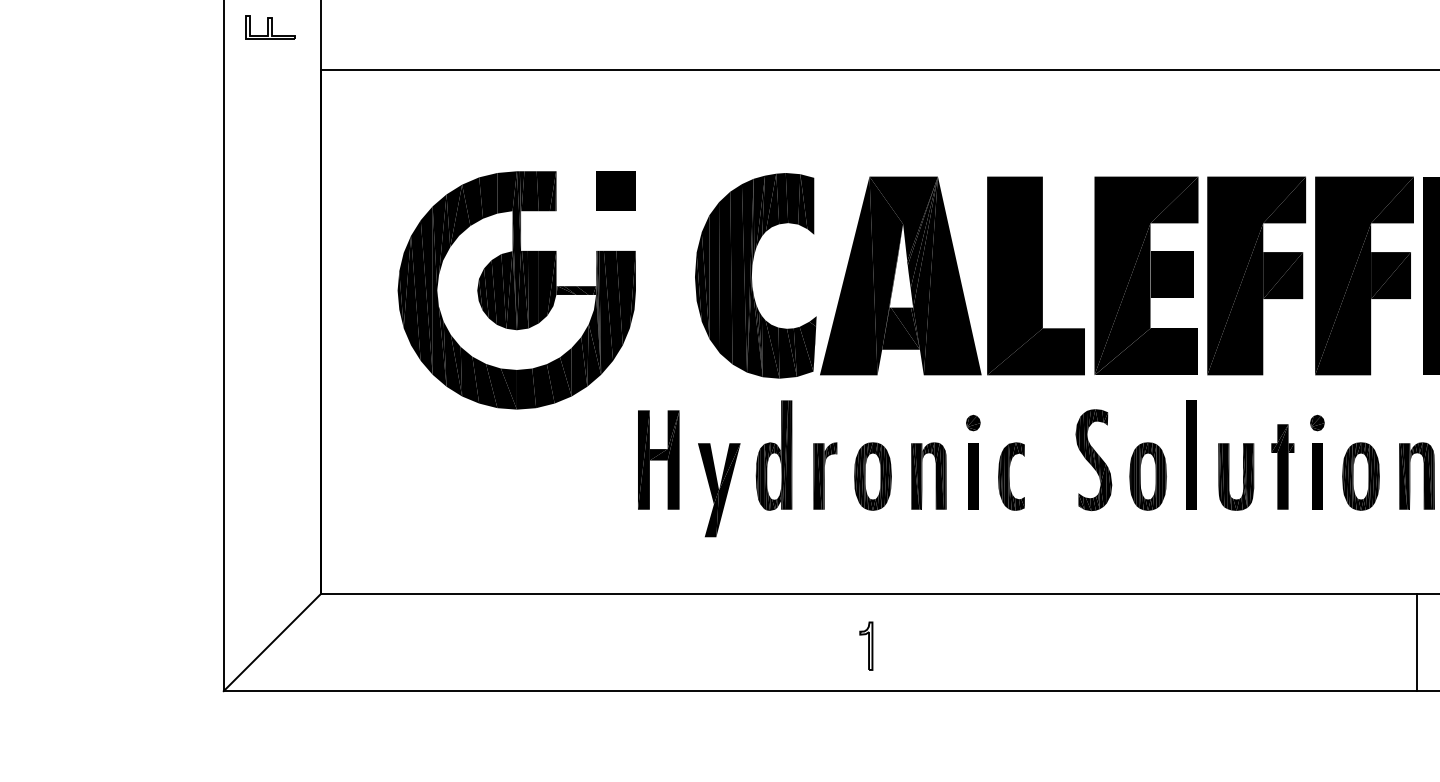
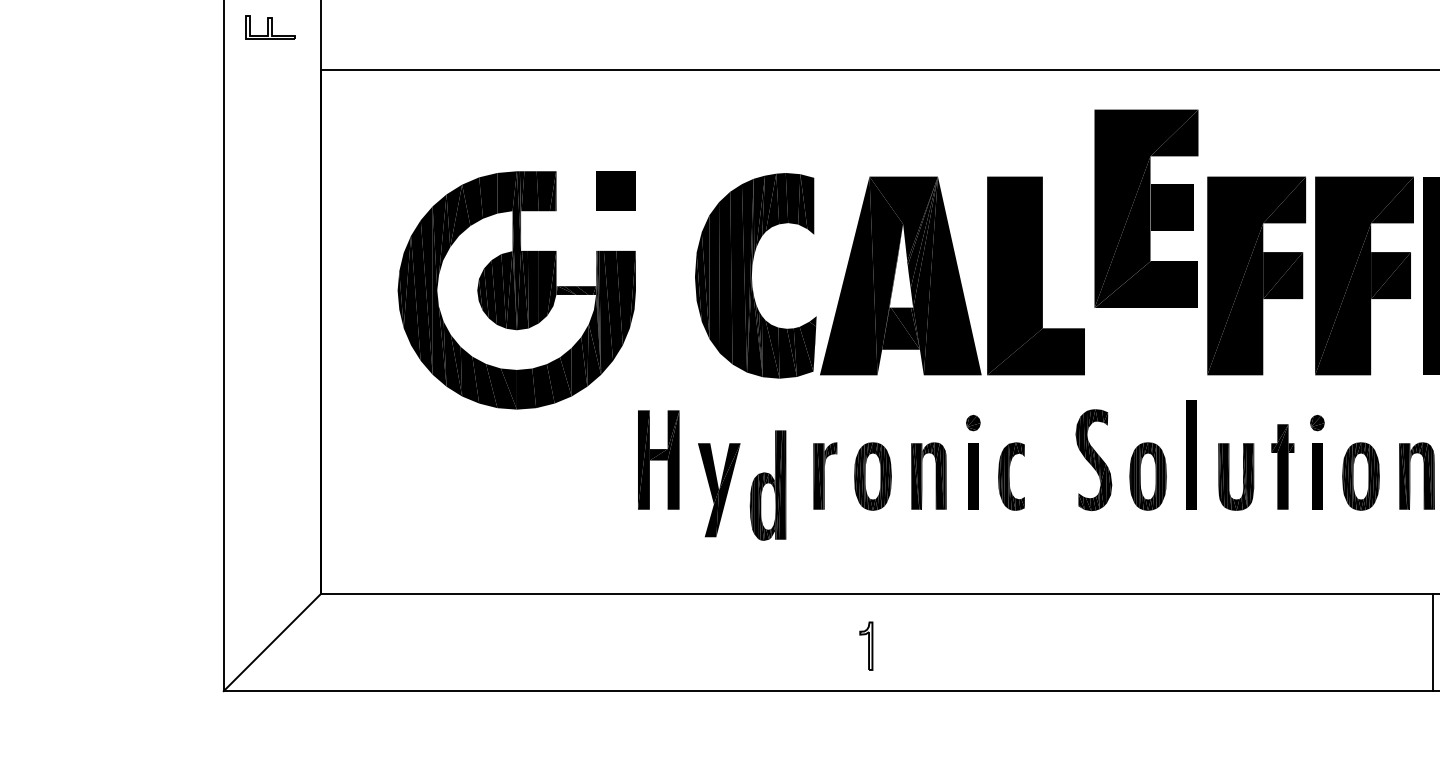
part at (1146, 275) position: (1146, 275) -> (1146, 208)
part at (773, 455) position: (773, 455) -> (767, 485)
line at (1416, 642) position: (1416, 642) -> (1432, 642)
